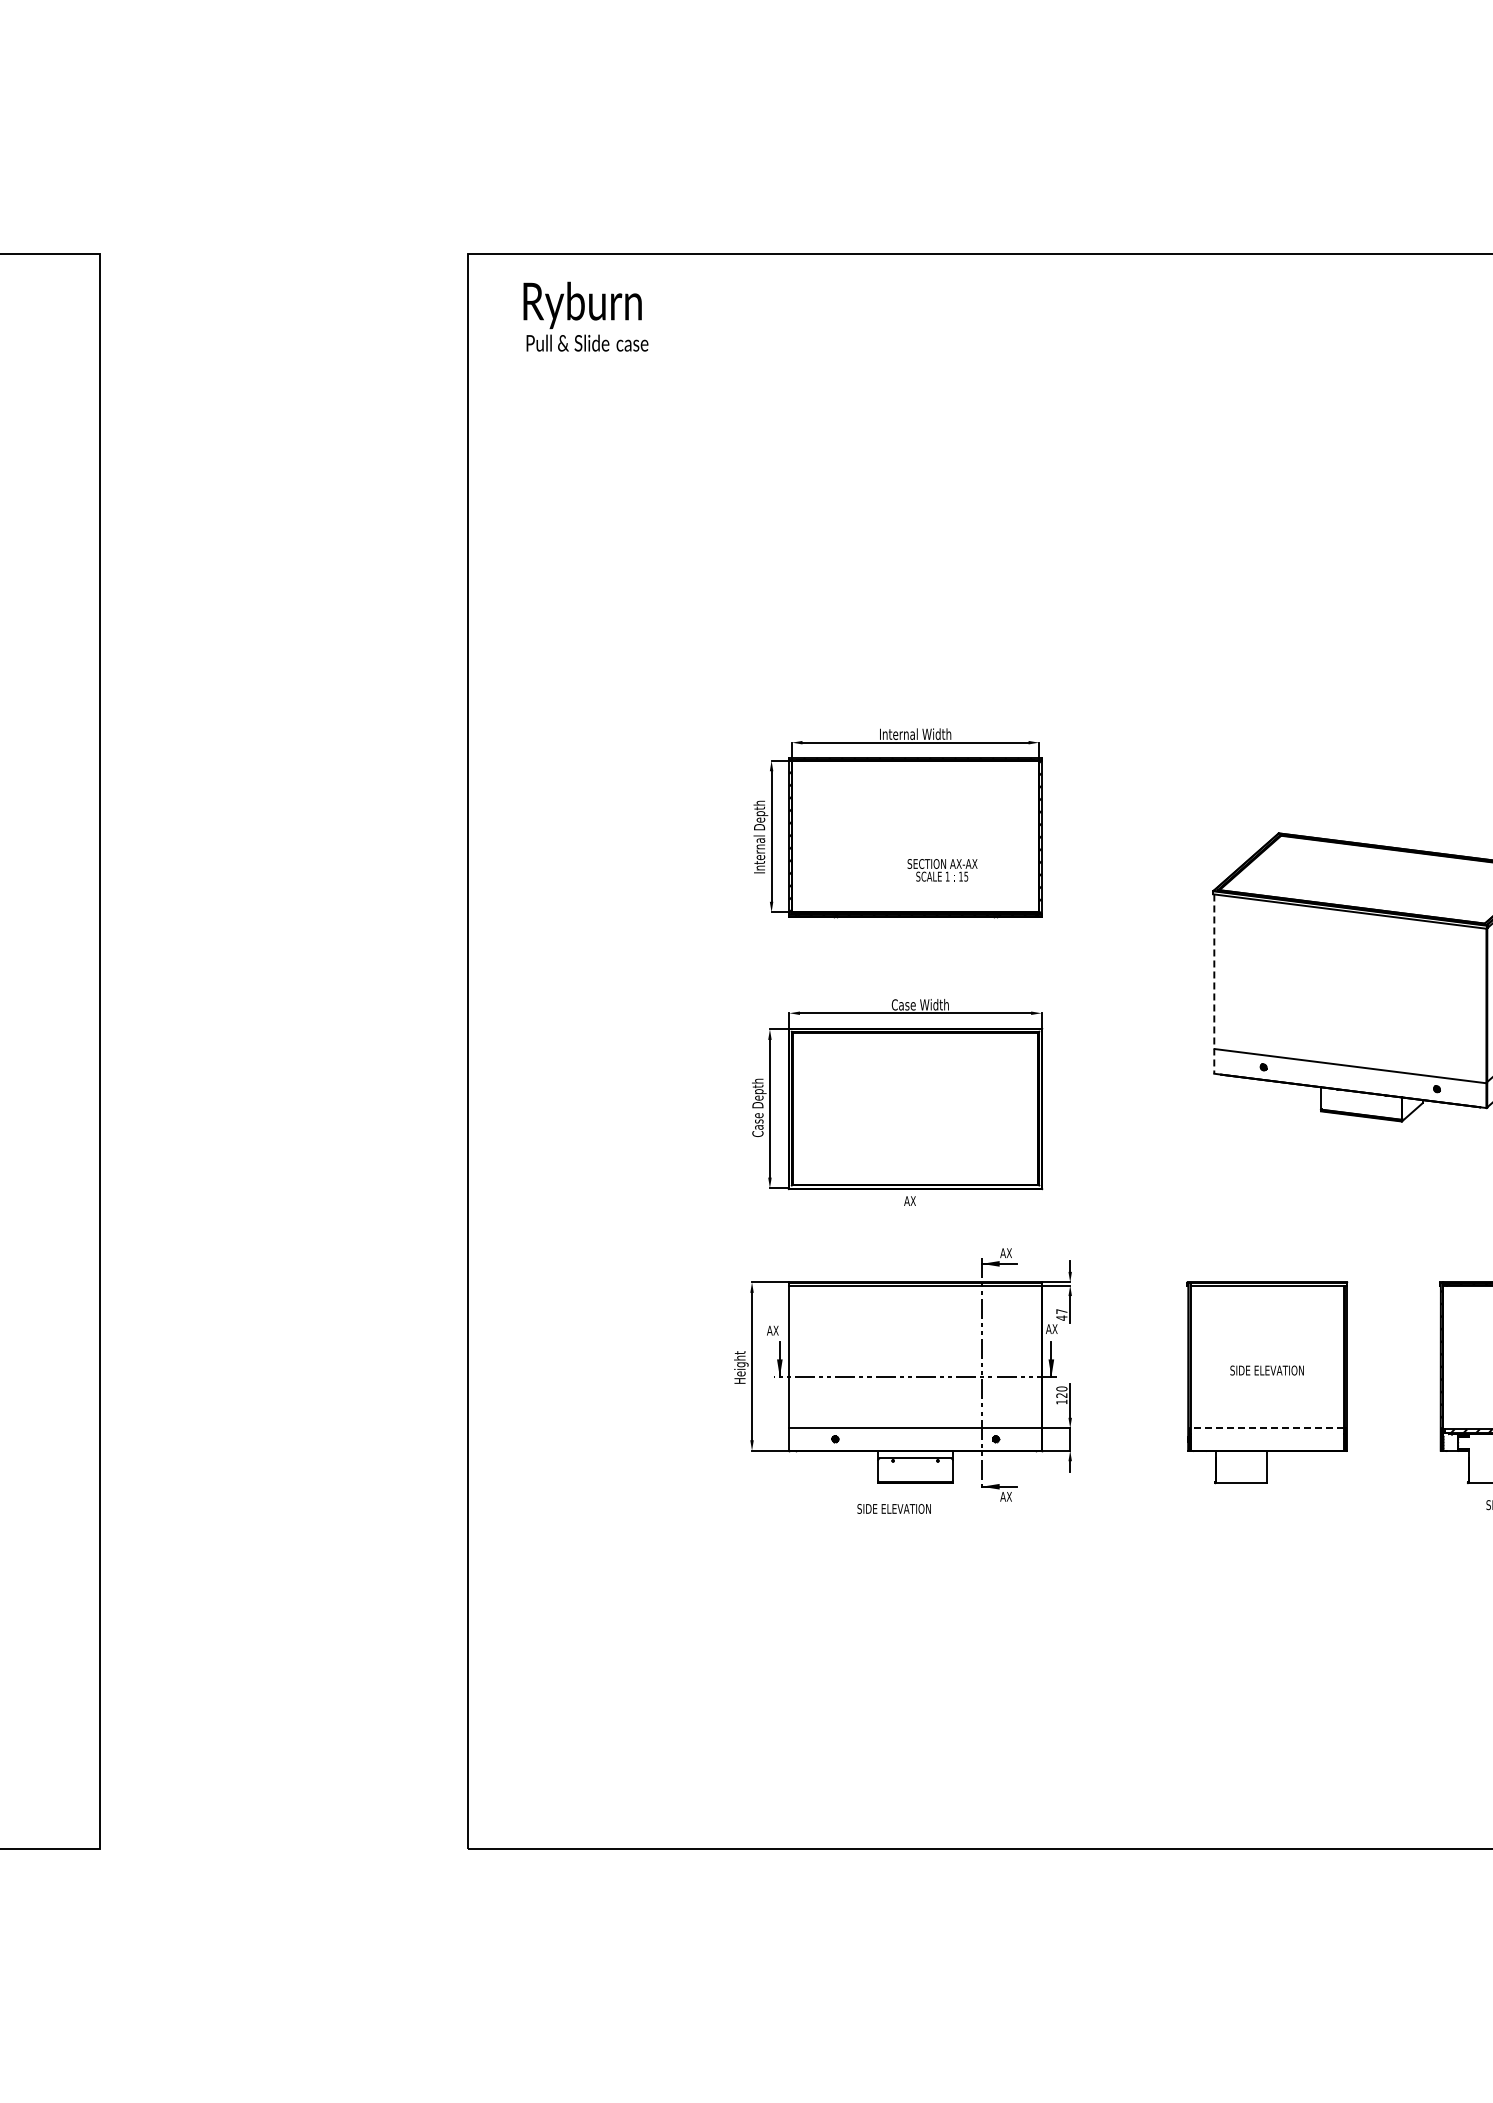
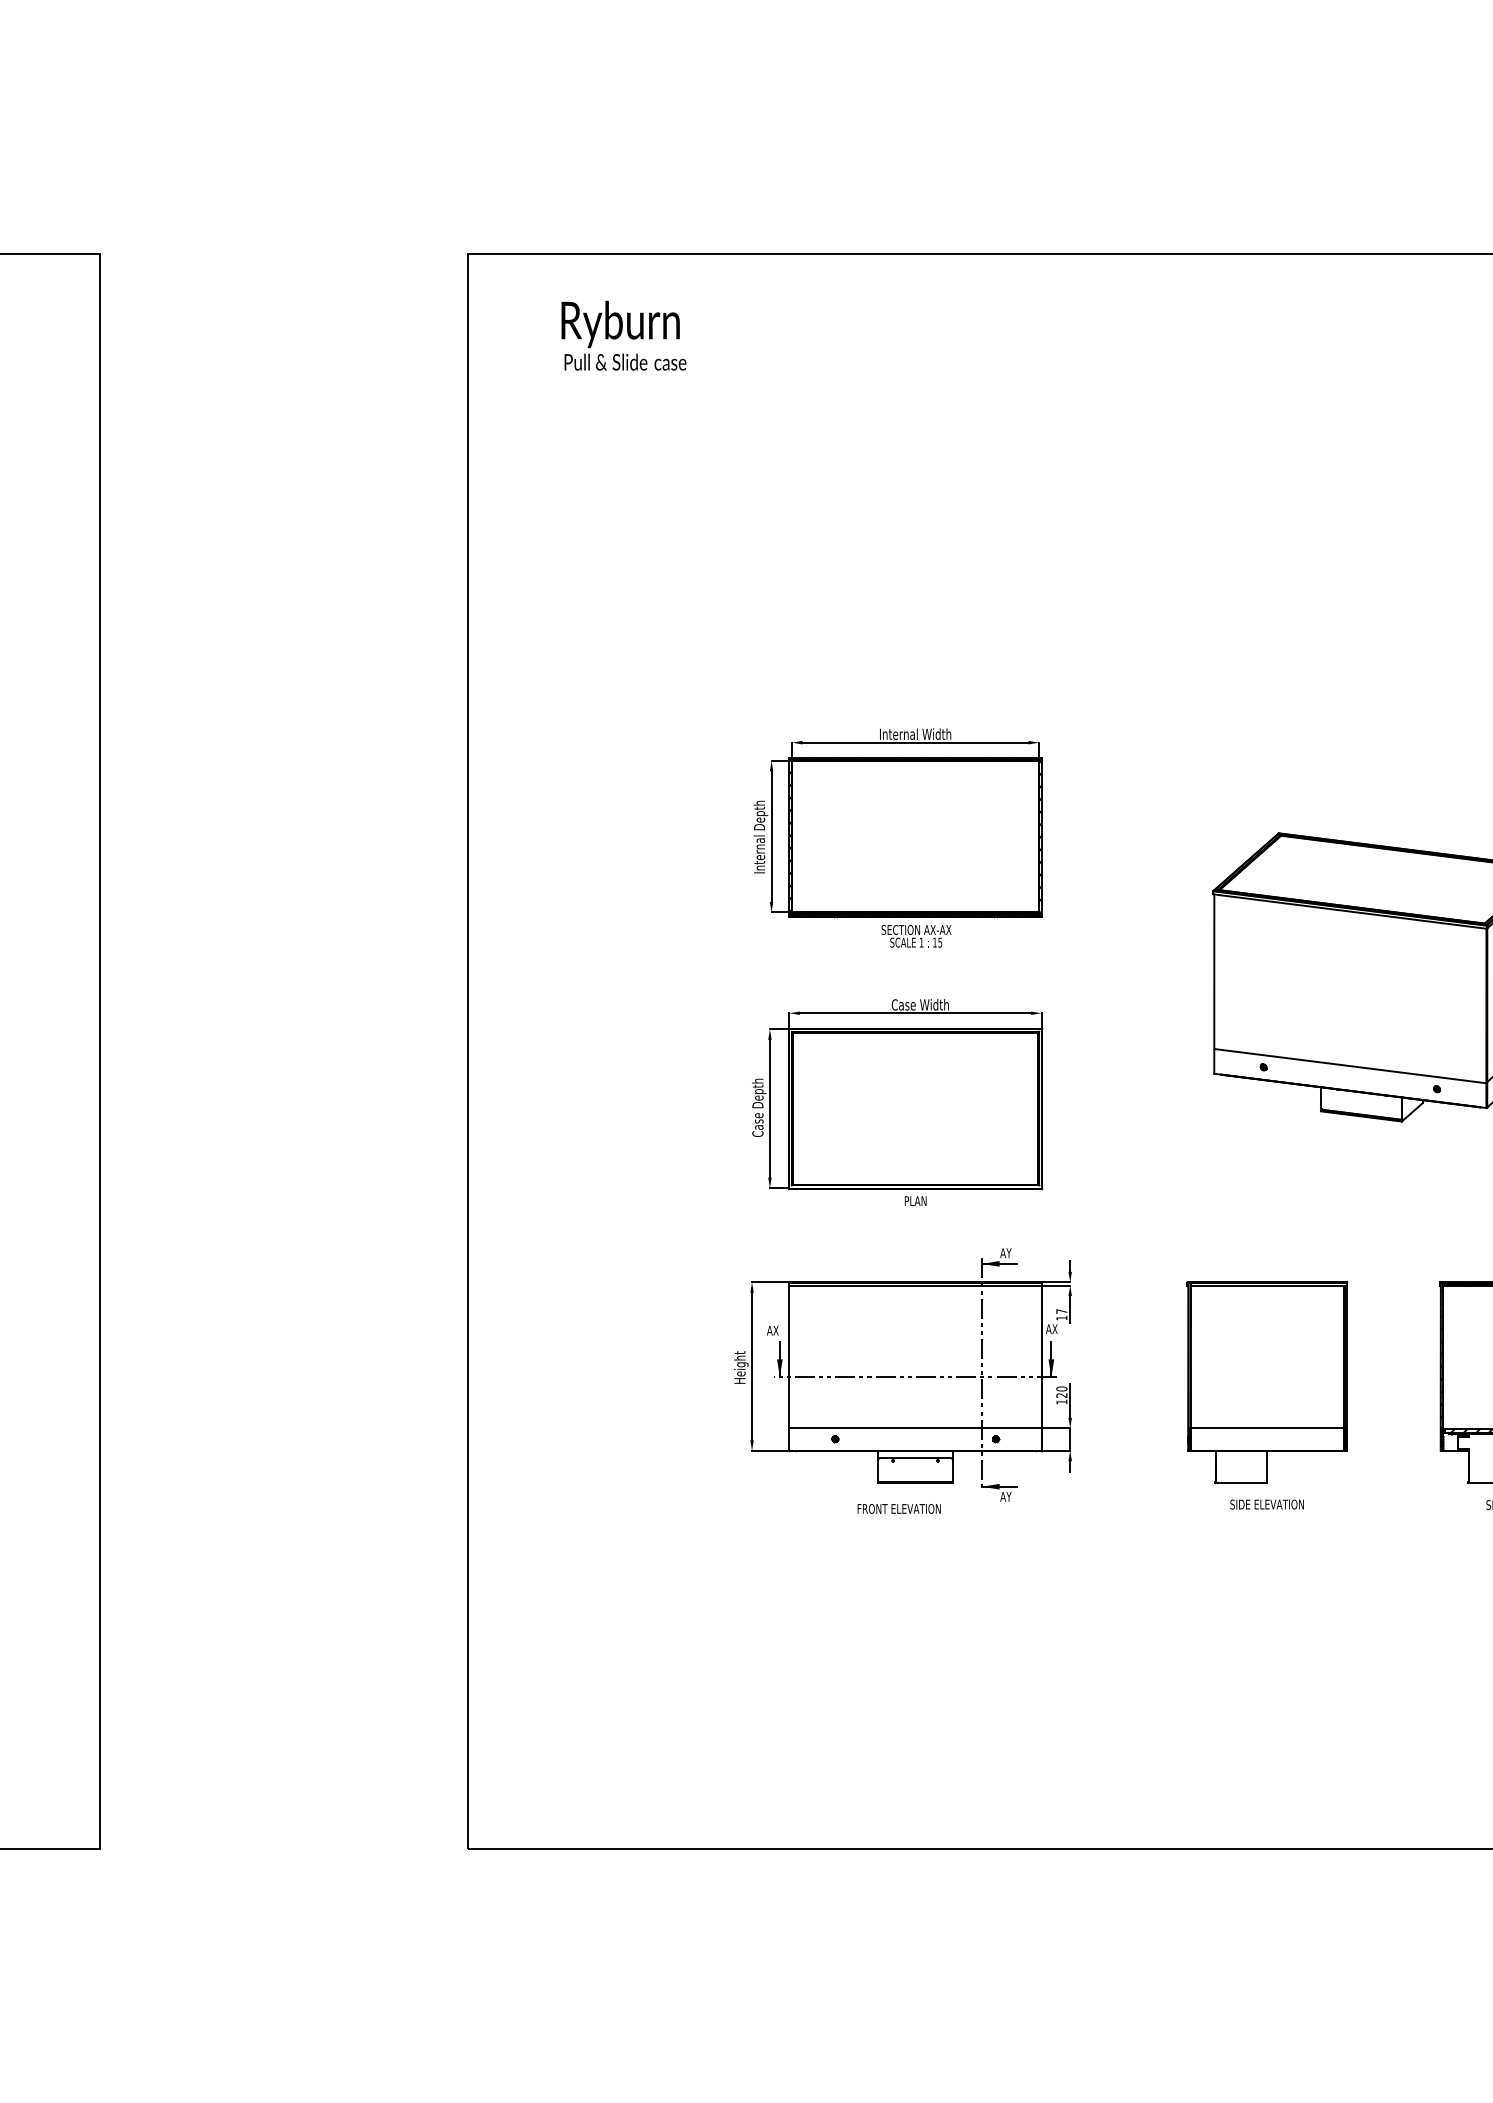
text at (585, 316) position: (585, 316) -> (623, 335)
text at (942, 870) position: (942, 870) -> (916, 936)
line at (1214, 984): dashed -> solid
text at (915, 1200): AX -> PLAN
text at (1008, 1252): AX -> AY
text at (1061, 1317): 47 -> 17
text at (1266, 1370) position: (1266, 1370) -> (1266, 1504)
line at (1267, 1428): dashed -> solid
text at (1008, 1496): AX -> AY
text at (898, 1508): SIDE ELEVATION -> FRONT ELEVATION
